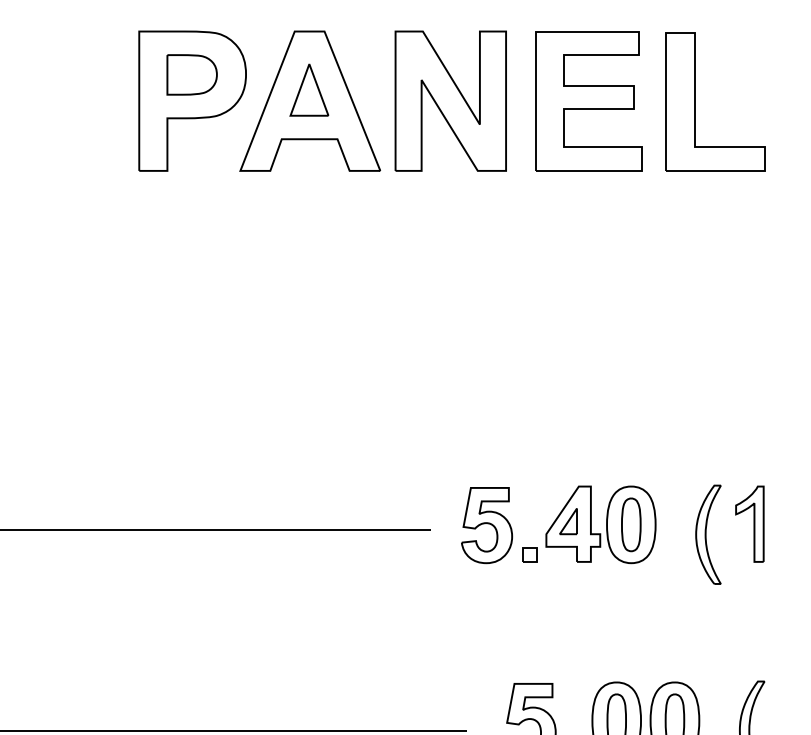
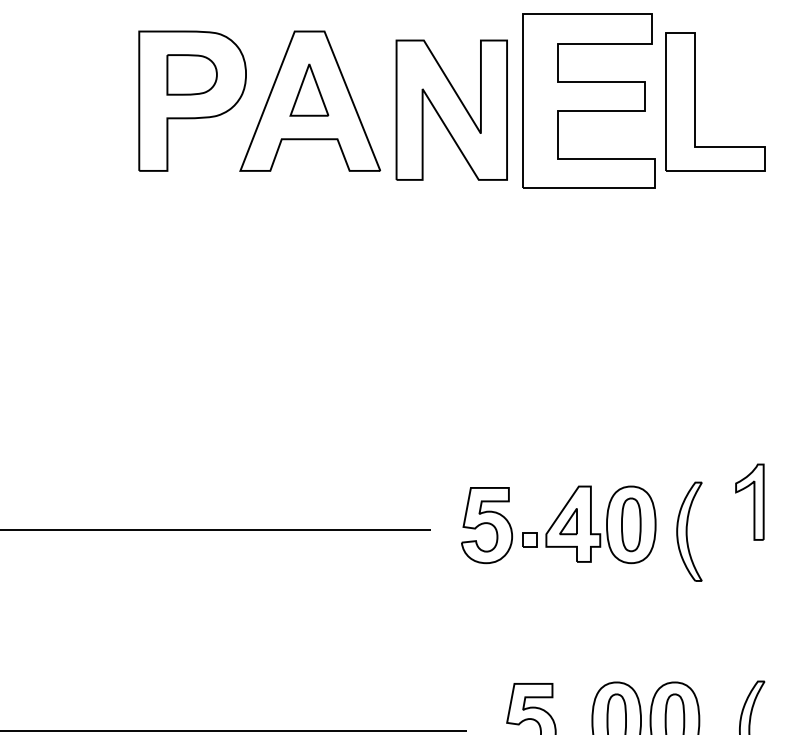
part at (450, 100) position: (450, 100) -> (451, 109)
part at (588, 101) size: 108x141 px -> 134x176 px
part at (749, 523) position: (749, 523) -> (749, 501)
part at (708, 534) position: (708, 534) -> (689, 531)
part at (529, 554) position: (529, 554) -> (529, 539)
